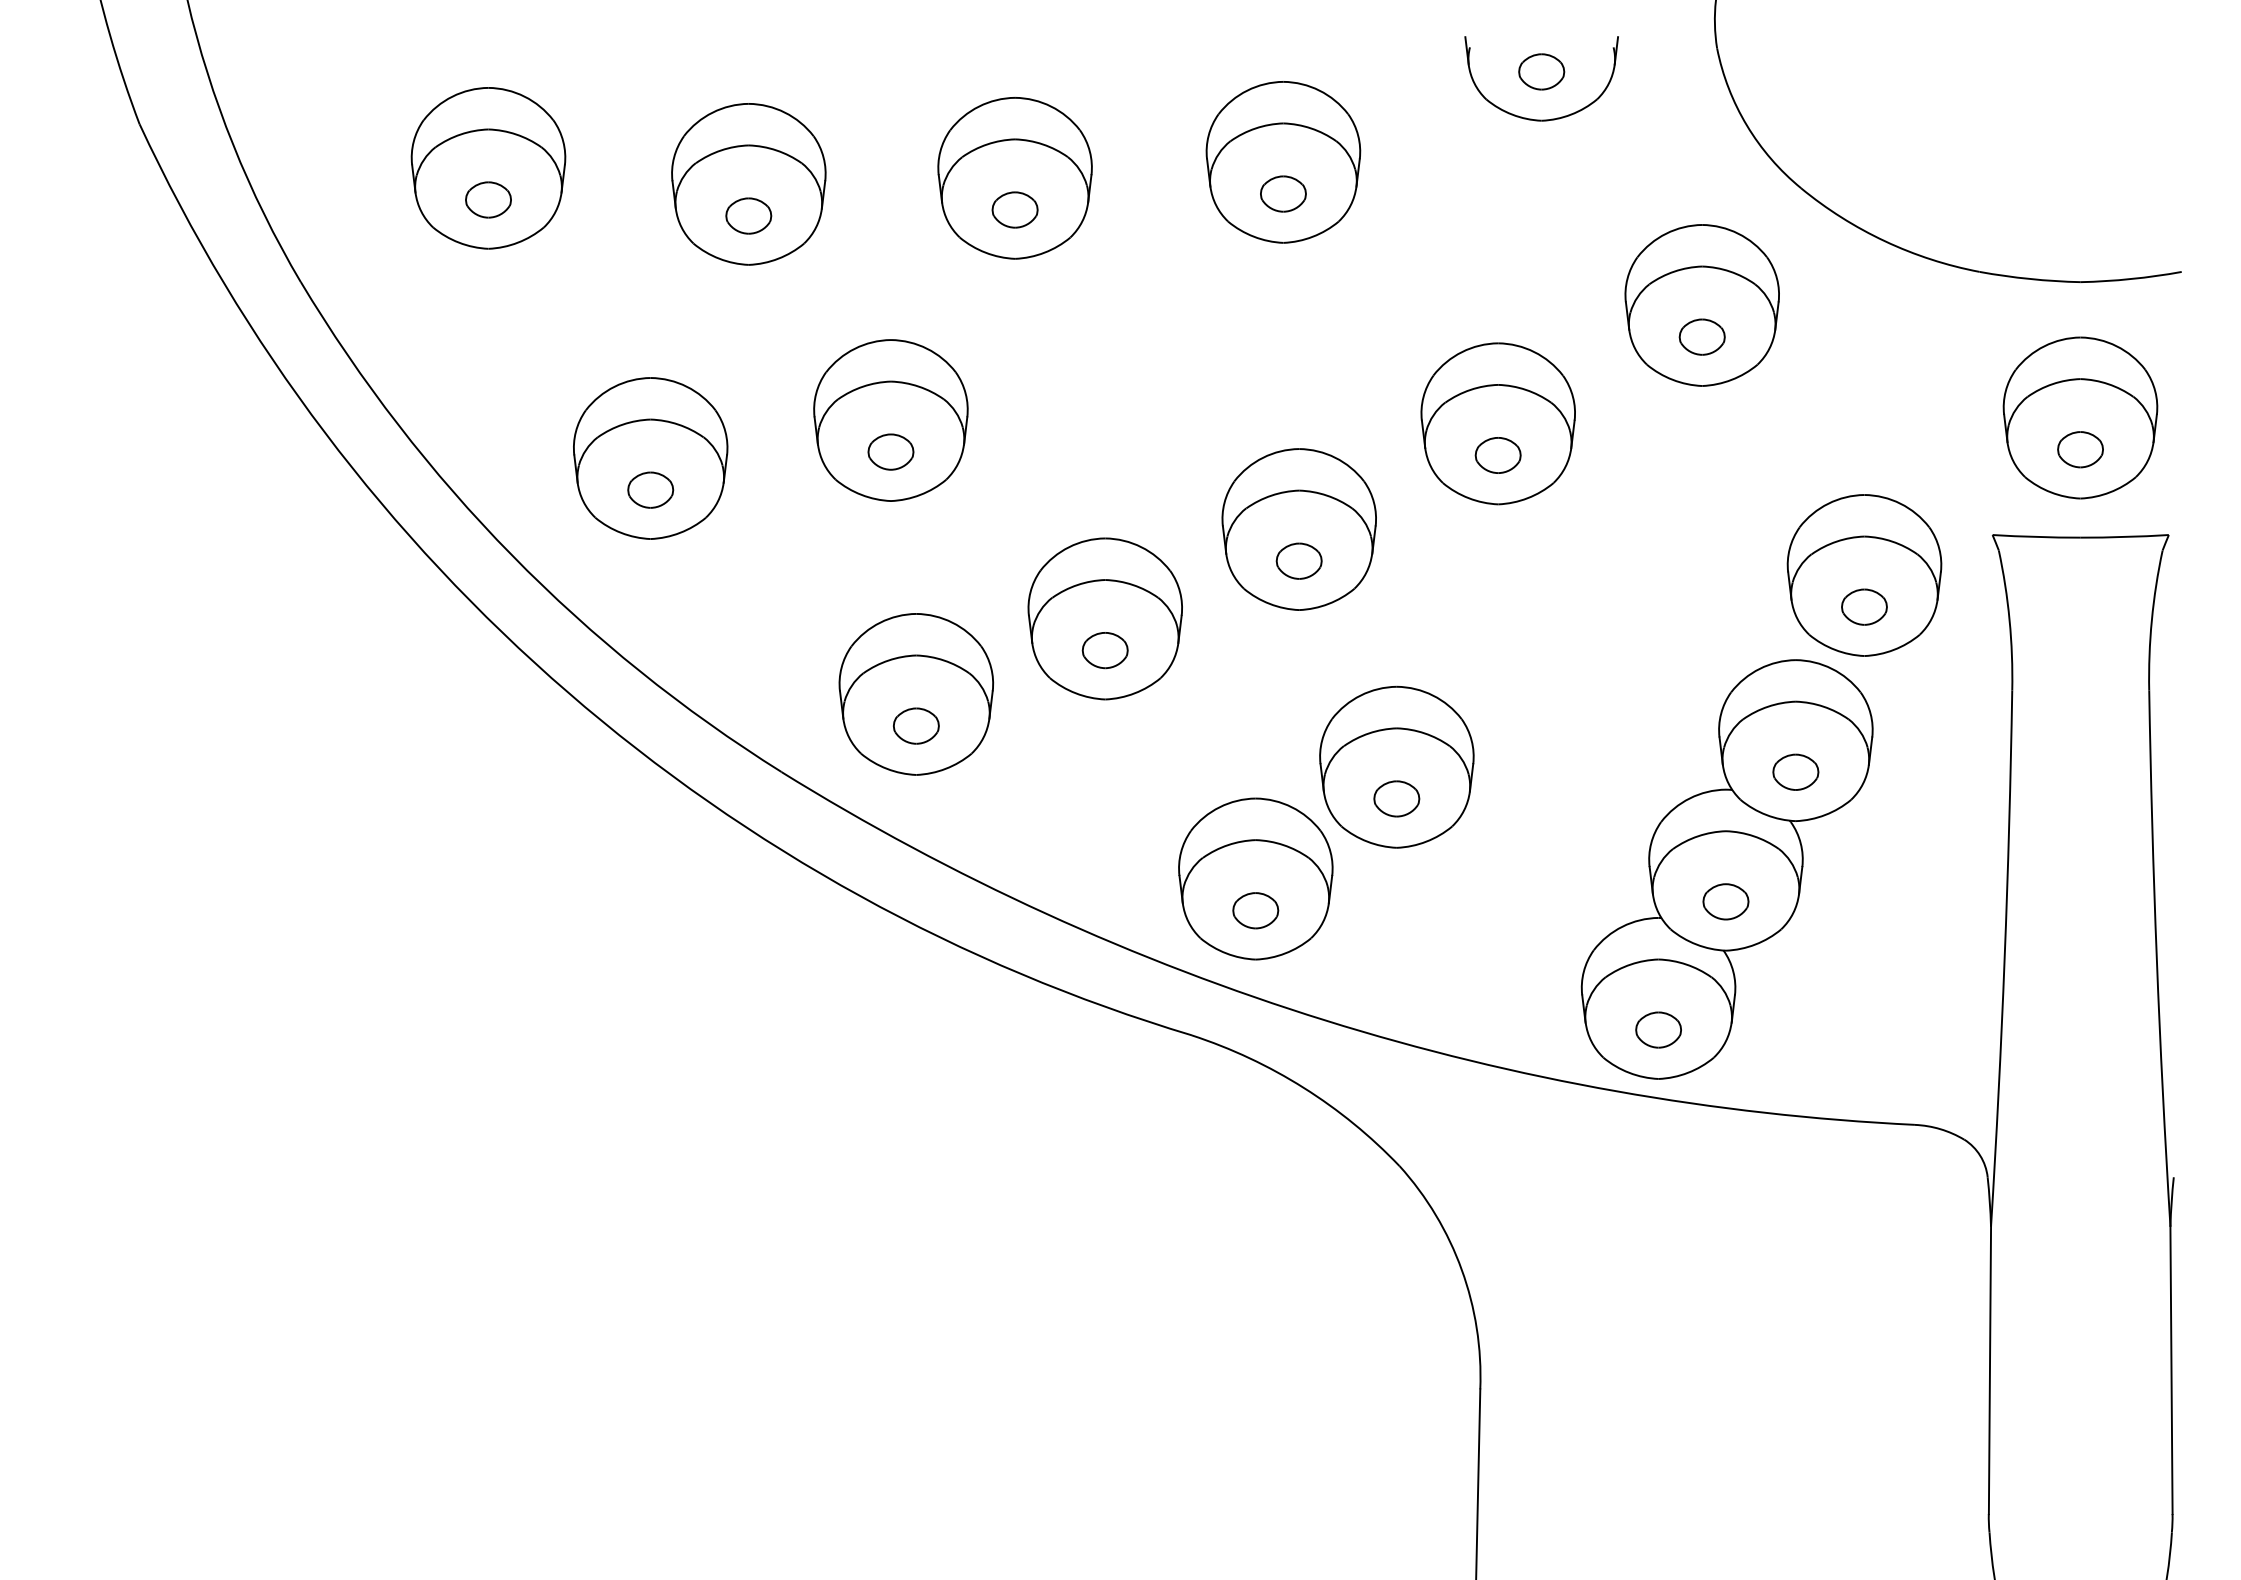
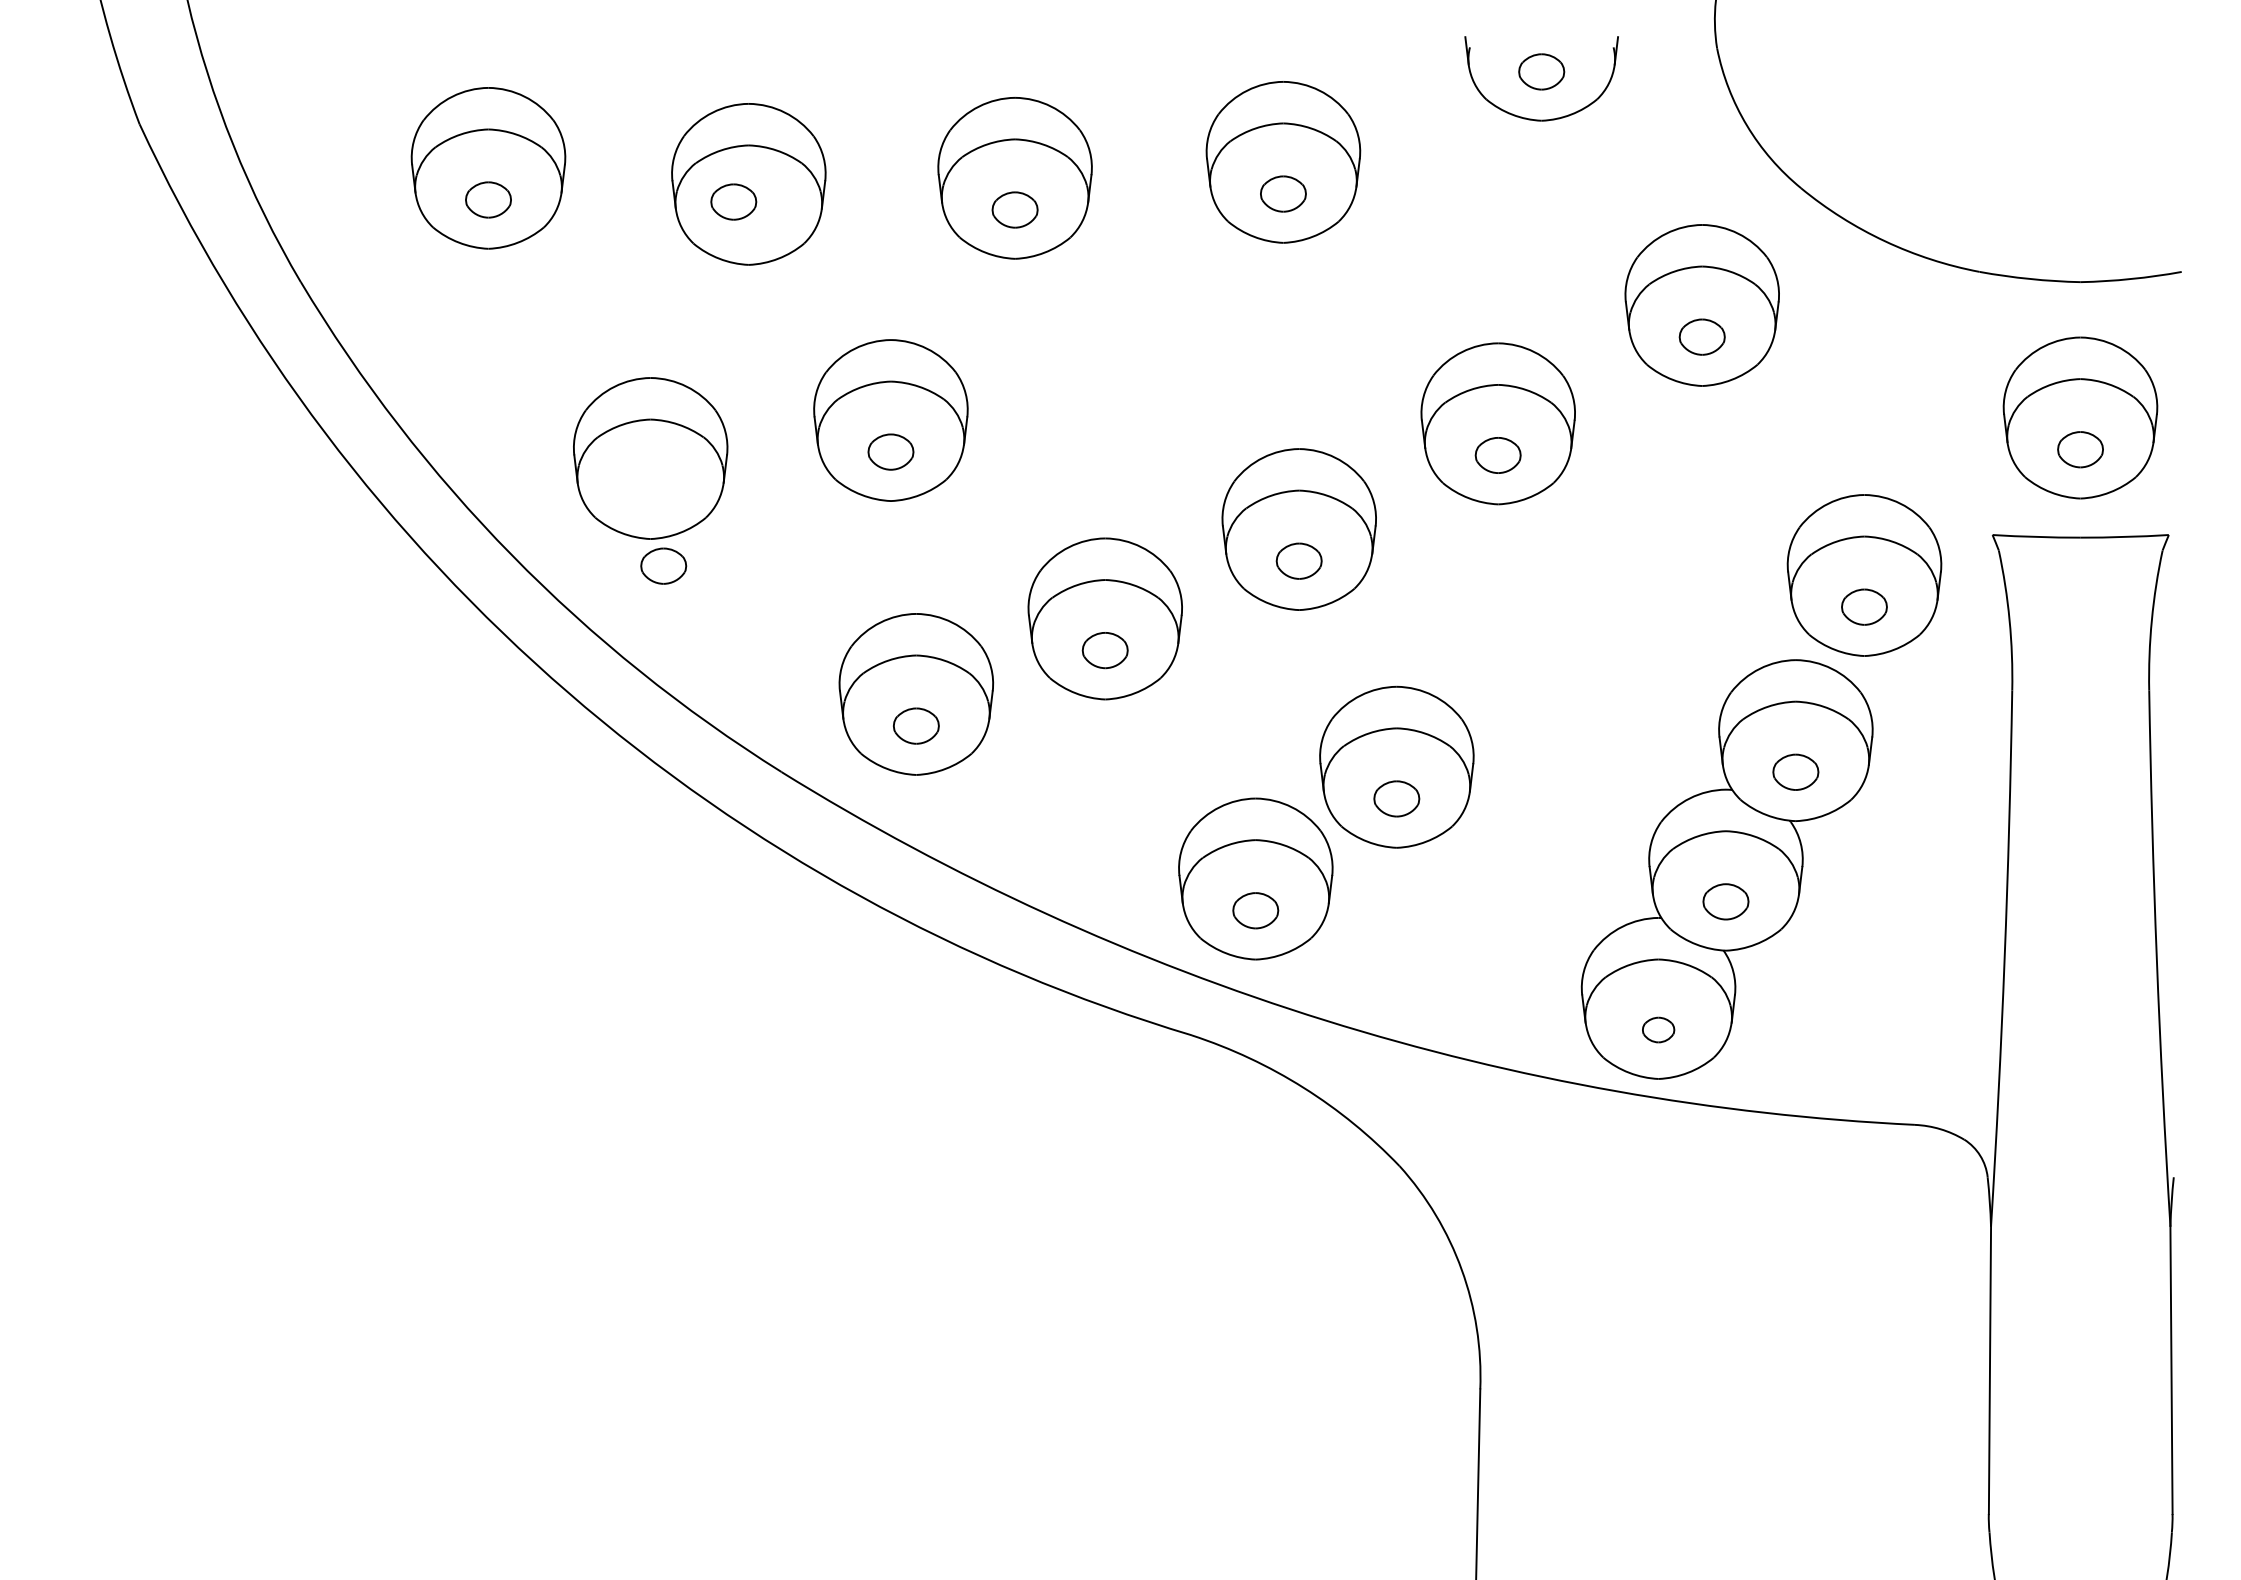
part at (748, 215) position: (748, 215) -> (733, 201)
part at (650, 489) position: (650, 489) -> (663, 565)
part at (1658, 1029) size: 47x38 px -> 34x28 px
